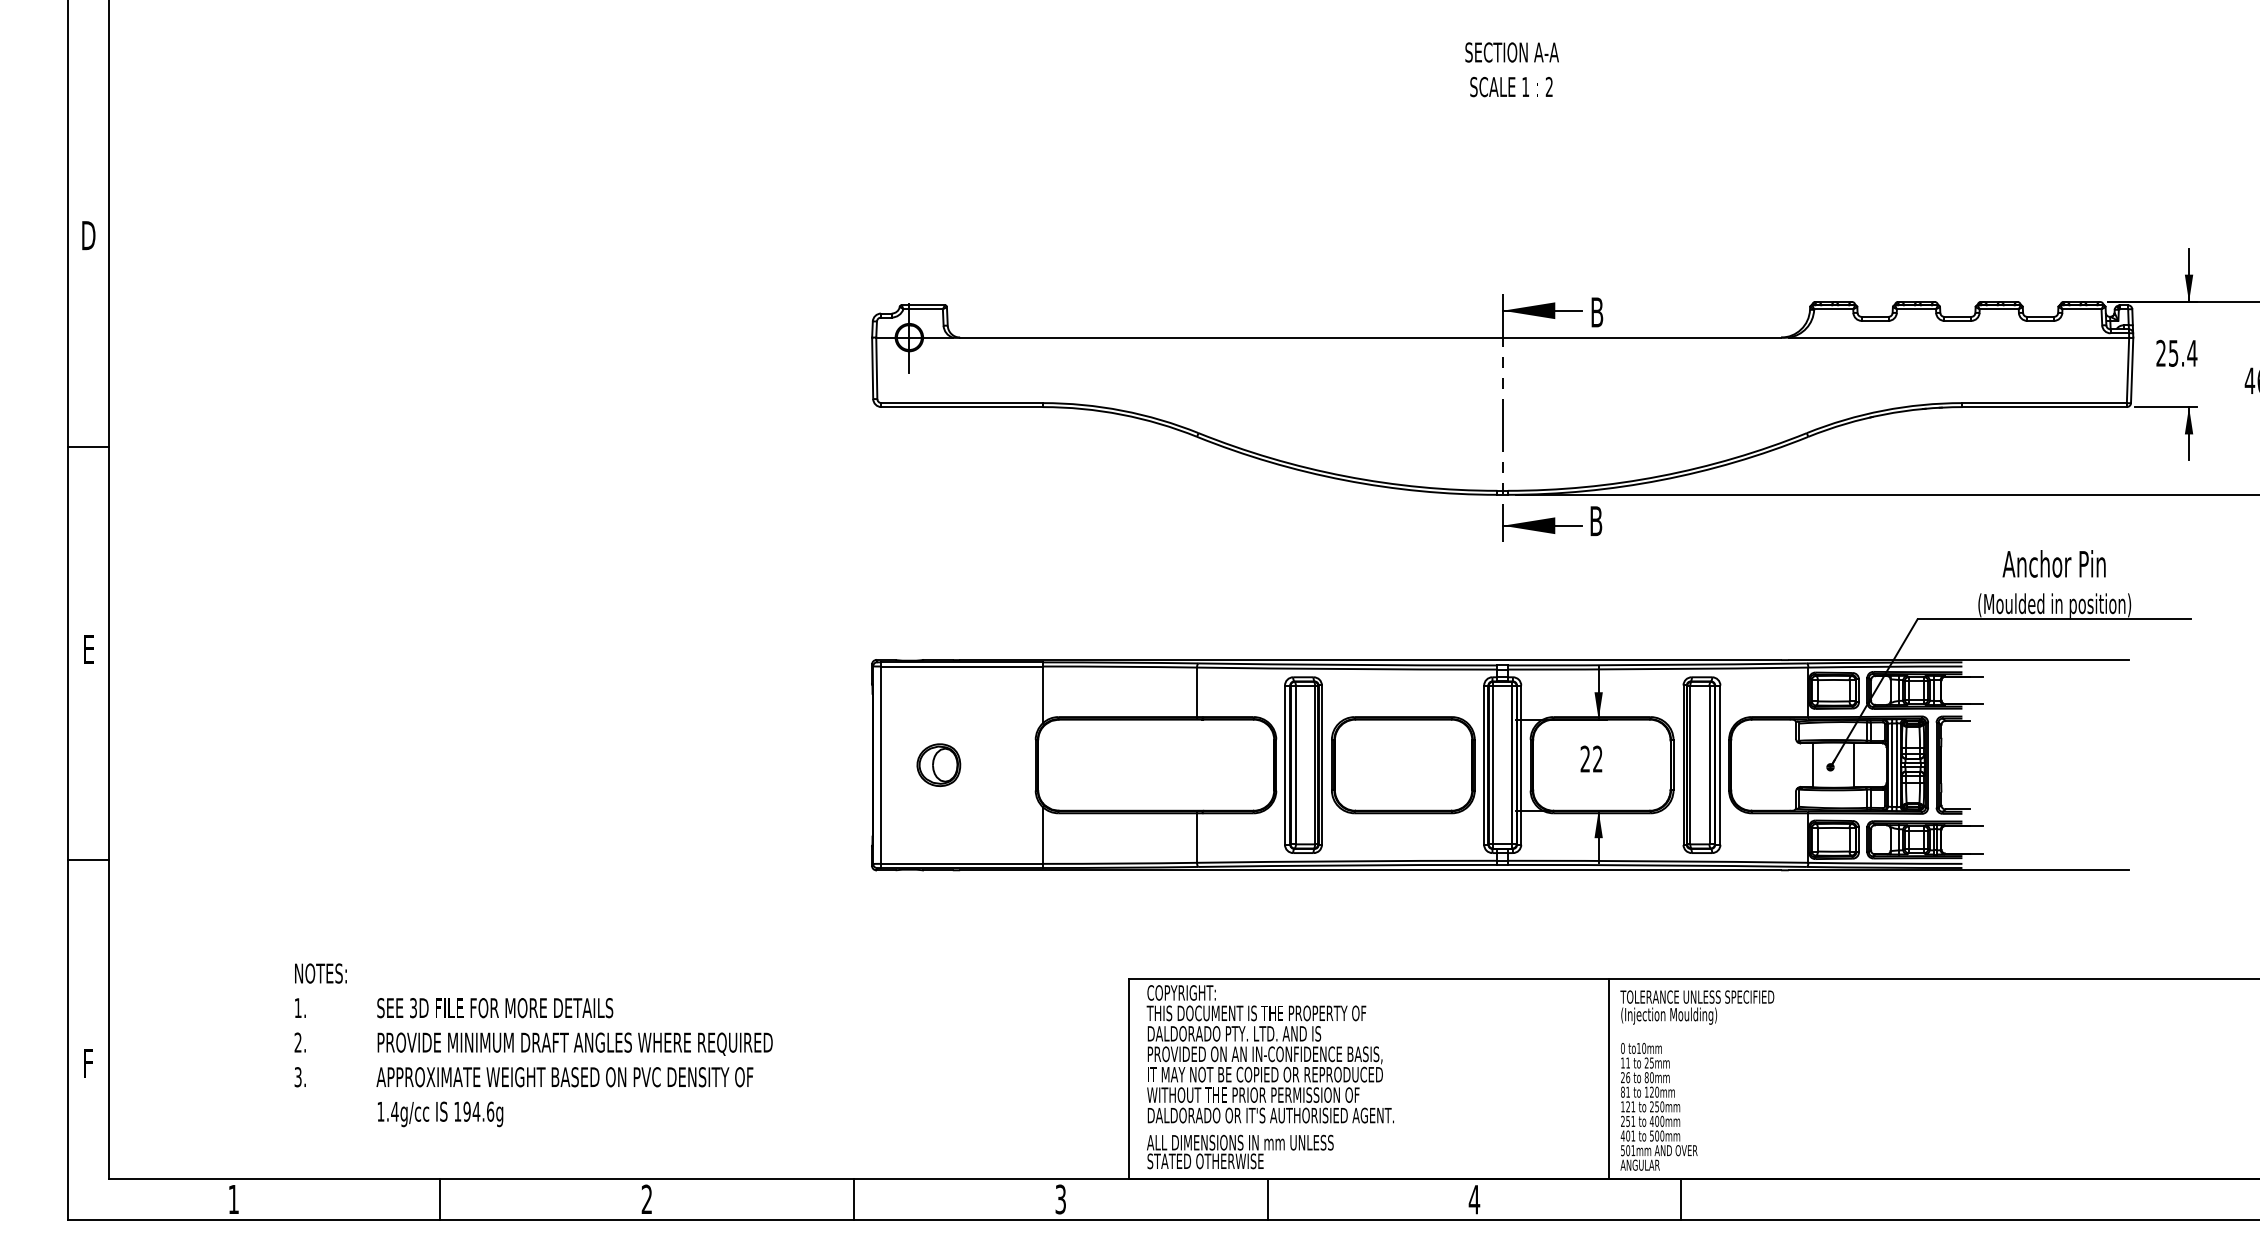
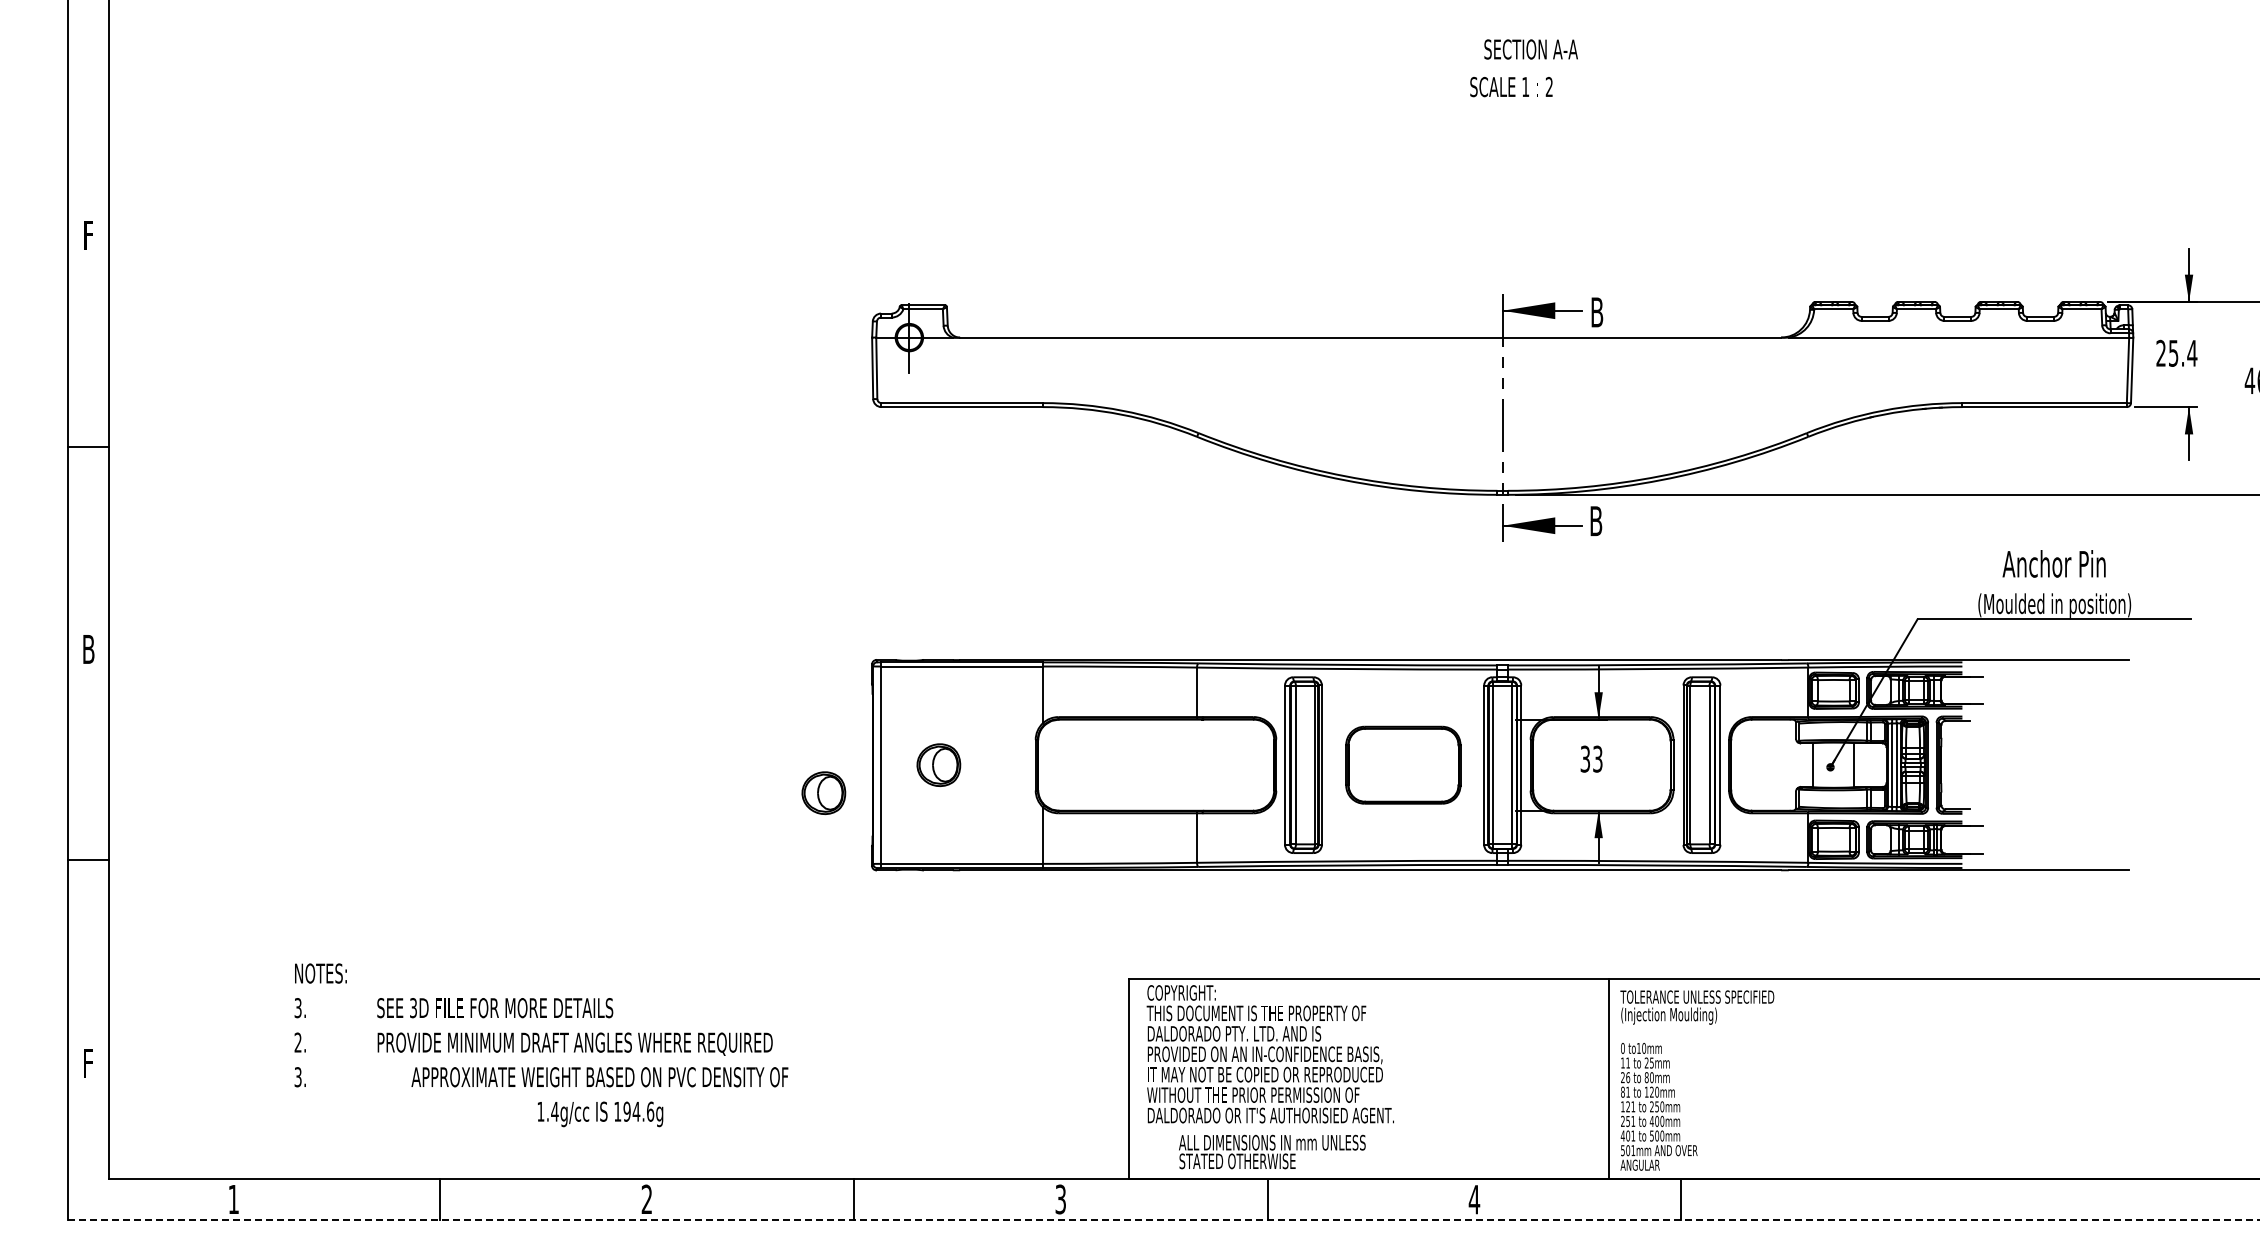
text at (1511, 52) position: (1511, 52) -> (1530, 49)
text at (88, 235): D -> F
text at (88, 649): E -> B
text at (1591, 759): 22 -> 33
part at (1403, 765) size: 145x99 px -> 117x80 px
part at (823, 792): none -> present
text at (297, 1008): 1. -> 3.
text at (564, 1077) position: (564, 1077) -> (599, 1077)
text at (440, 1114) position: (440, 1114) -> (600, 1114)
text at (1240, 1151) position: (1240, 1151) -> (1272, 1151)
line at (1163, 1220): solid -> dashed
